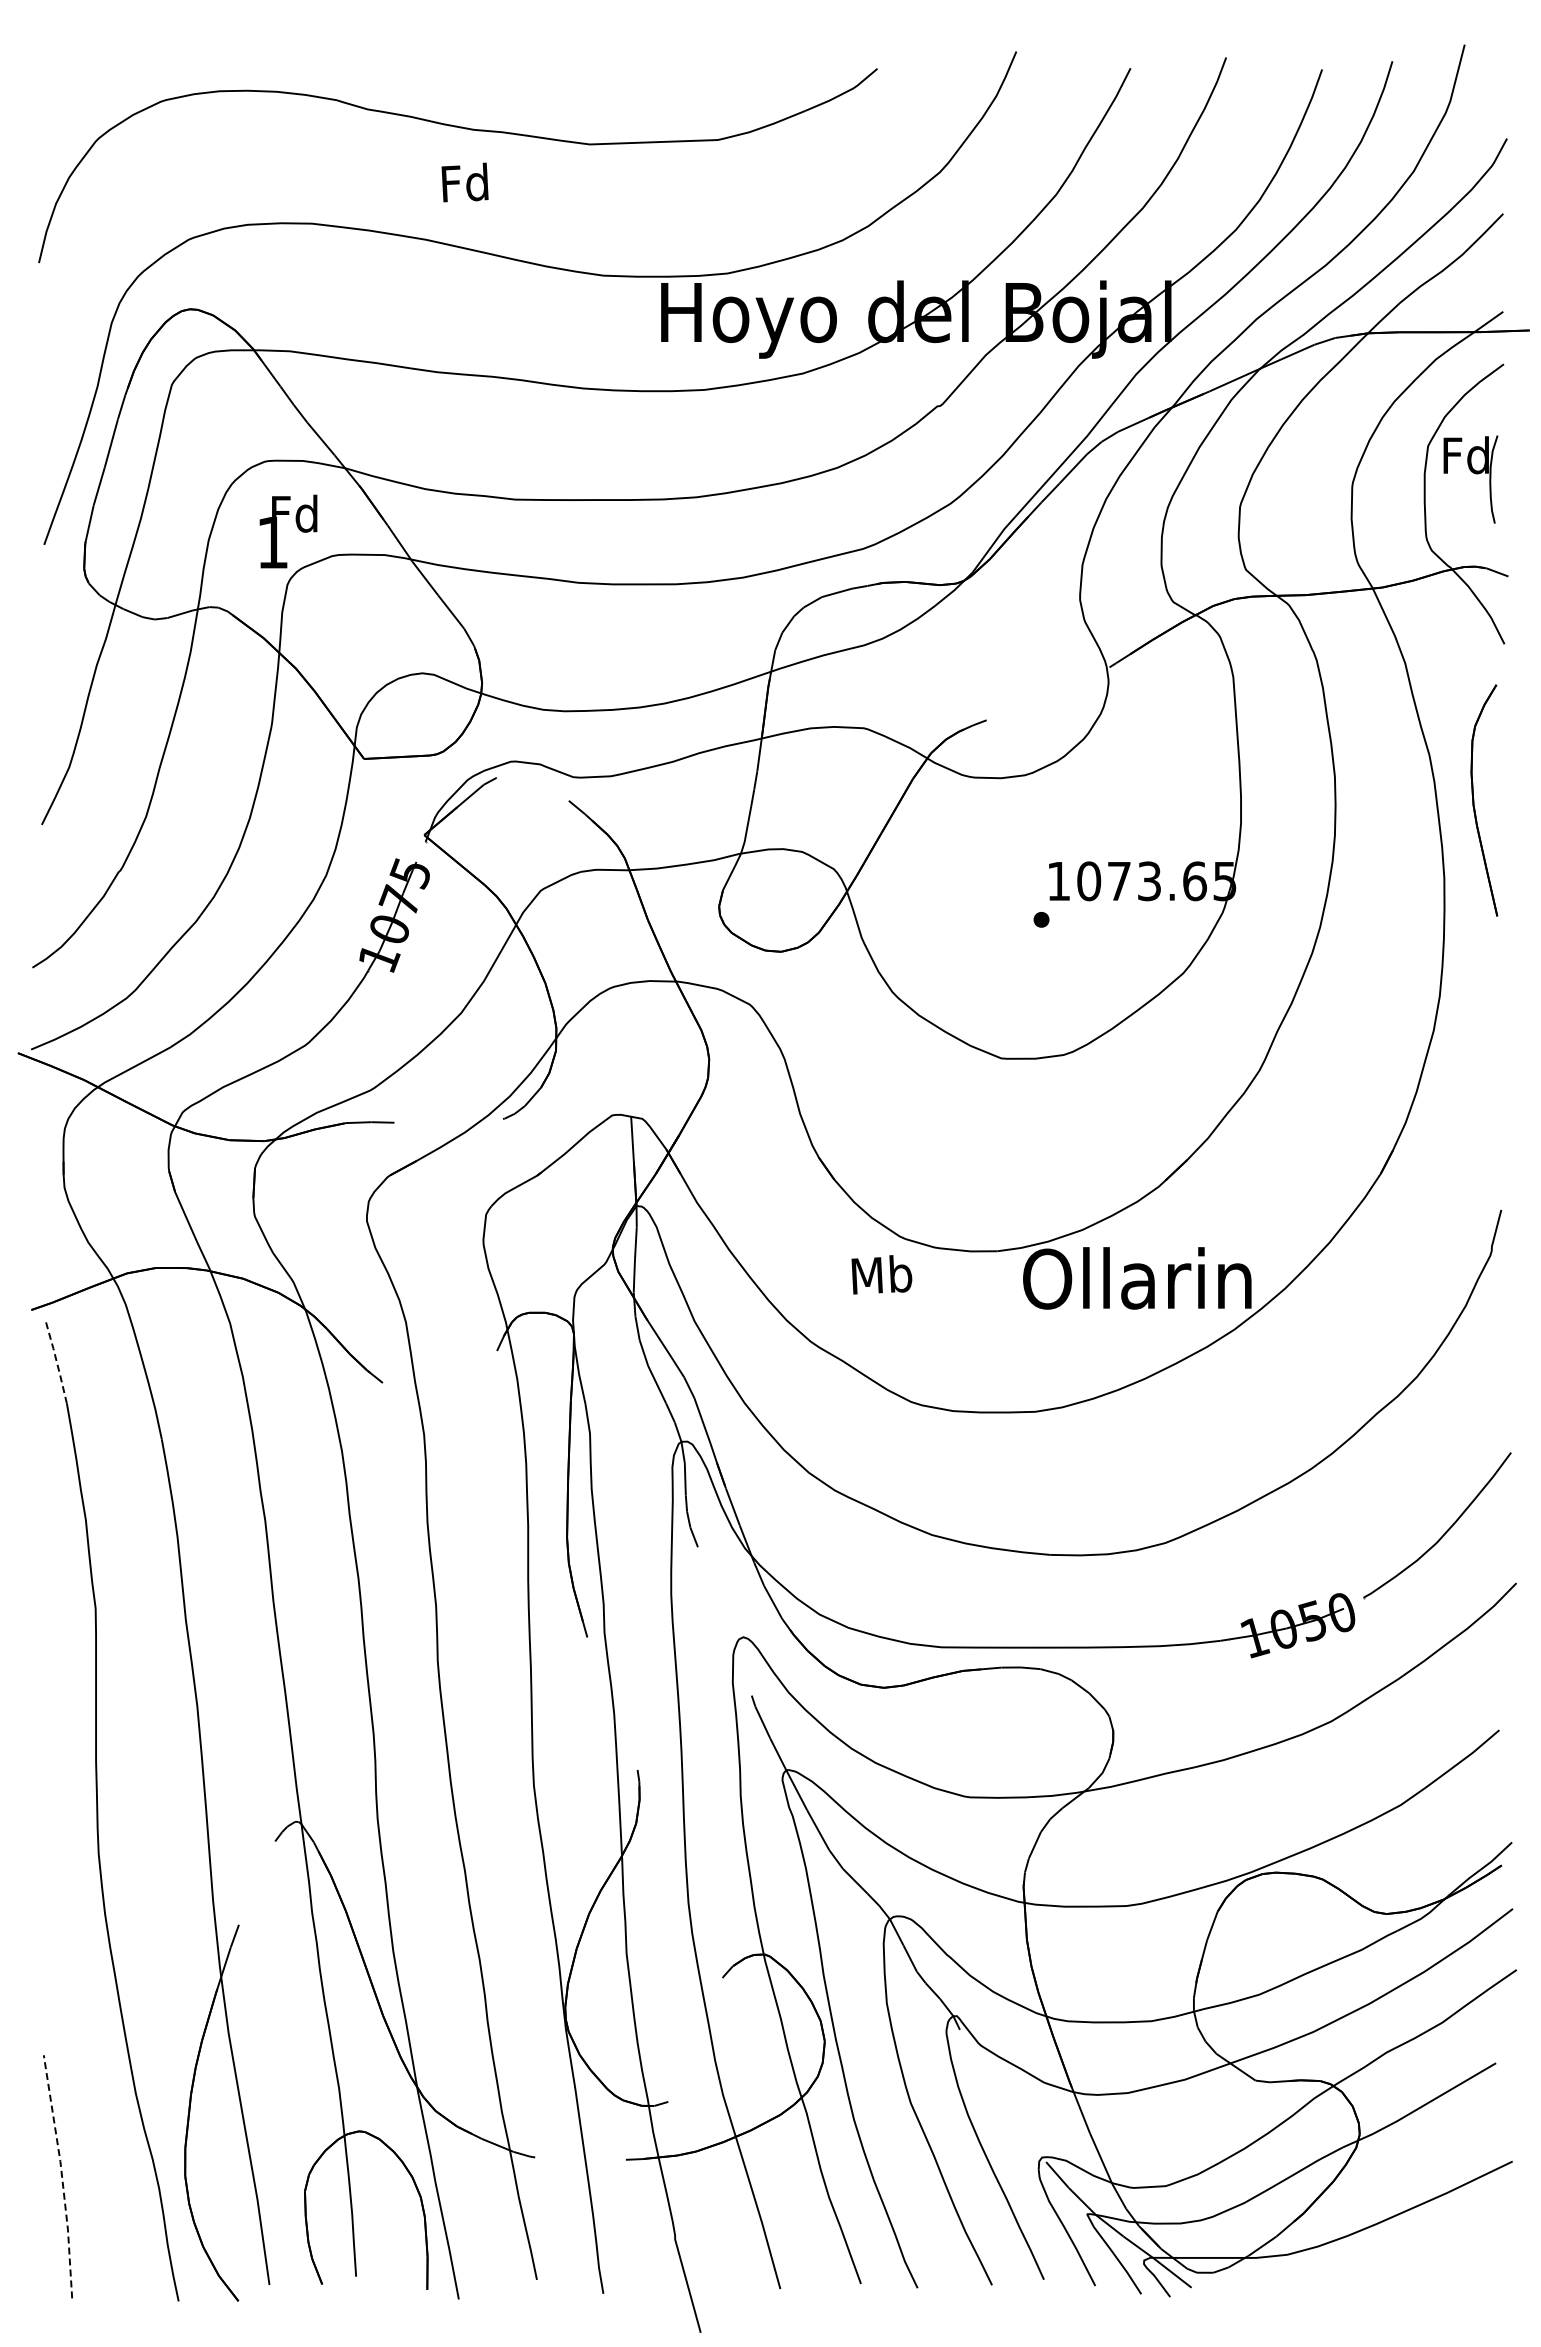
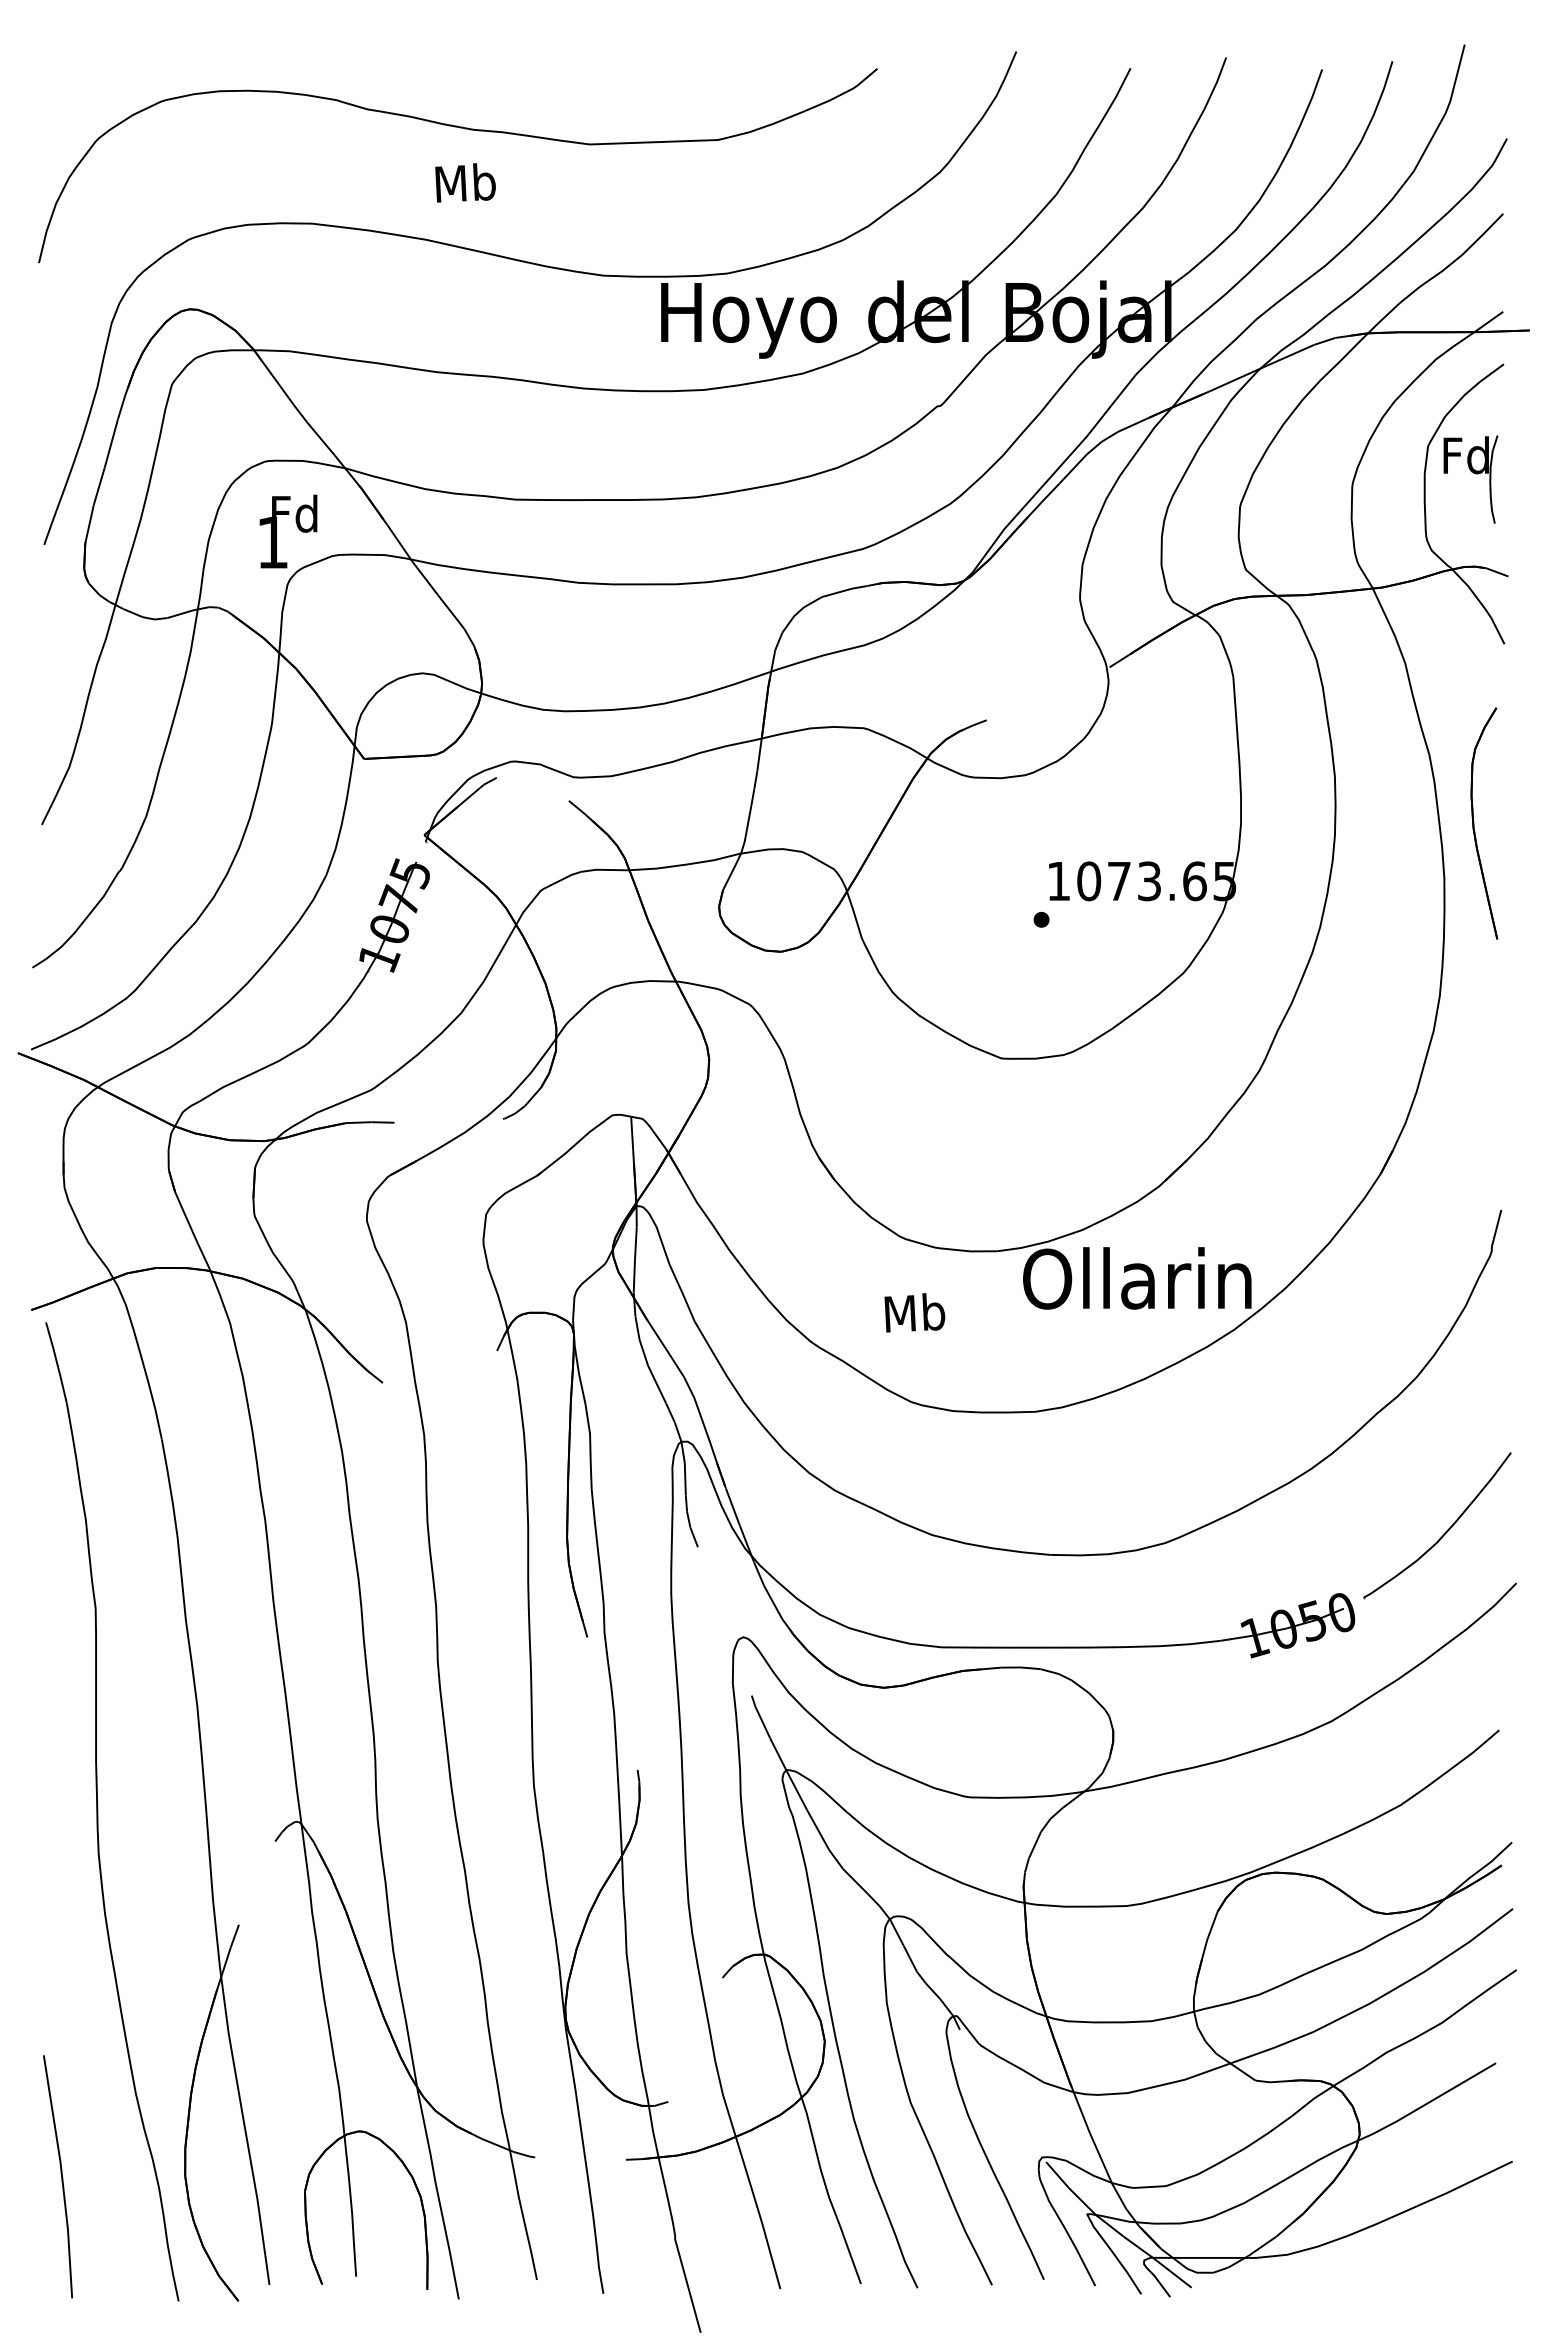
text at (465, 182): Fd -> Mb
part at (1474, 800) position: (1474, 800) -> (1474, 823)
text at (881, 1274) position: (881, 1274) -> (914, 1312)
line at (56, 1362): dashed -> solid
line at (62, 2176): dashed -> solid
